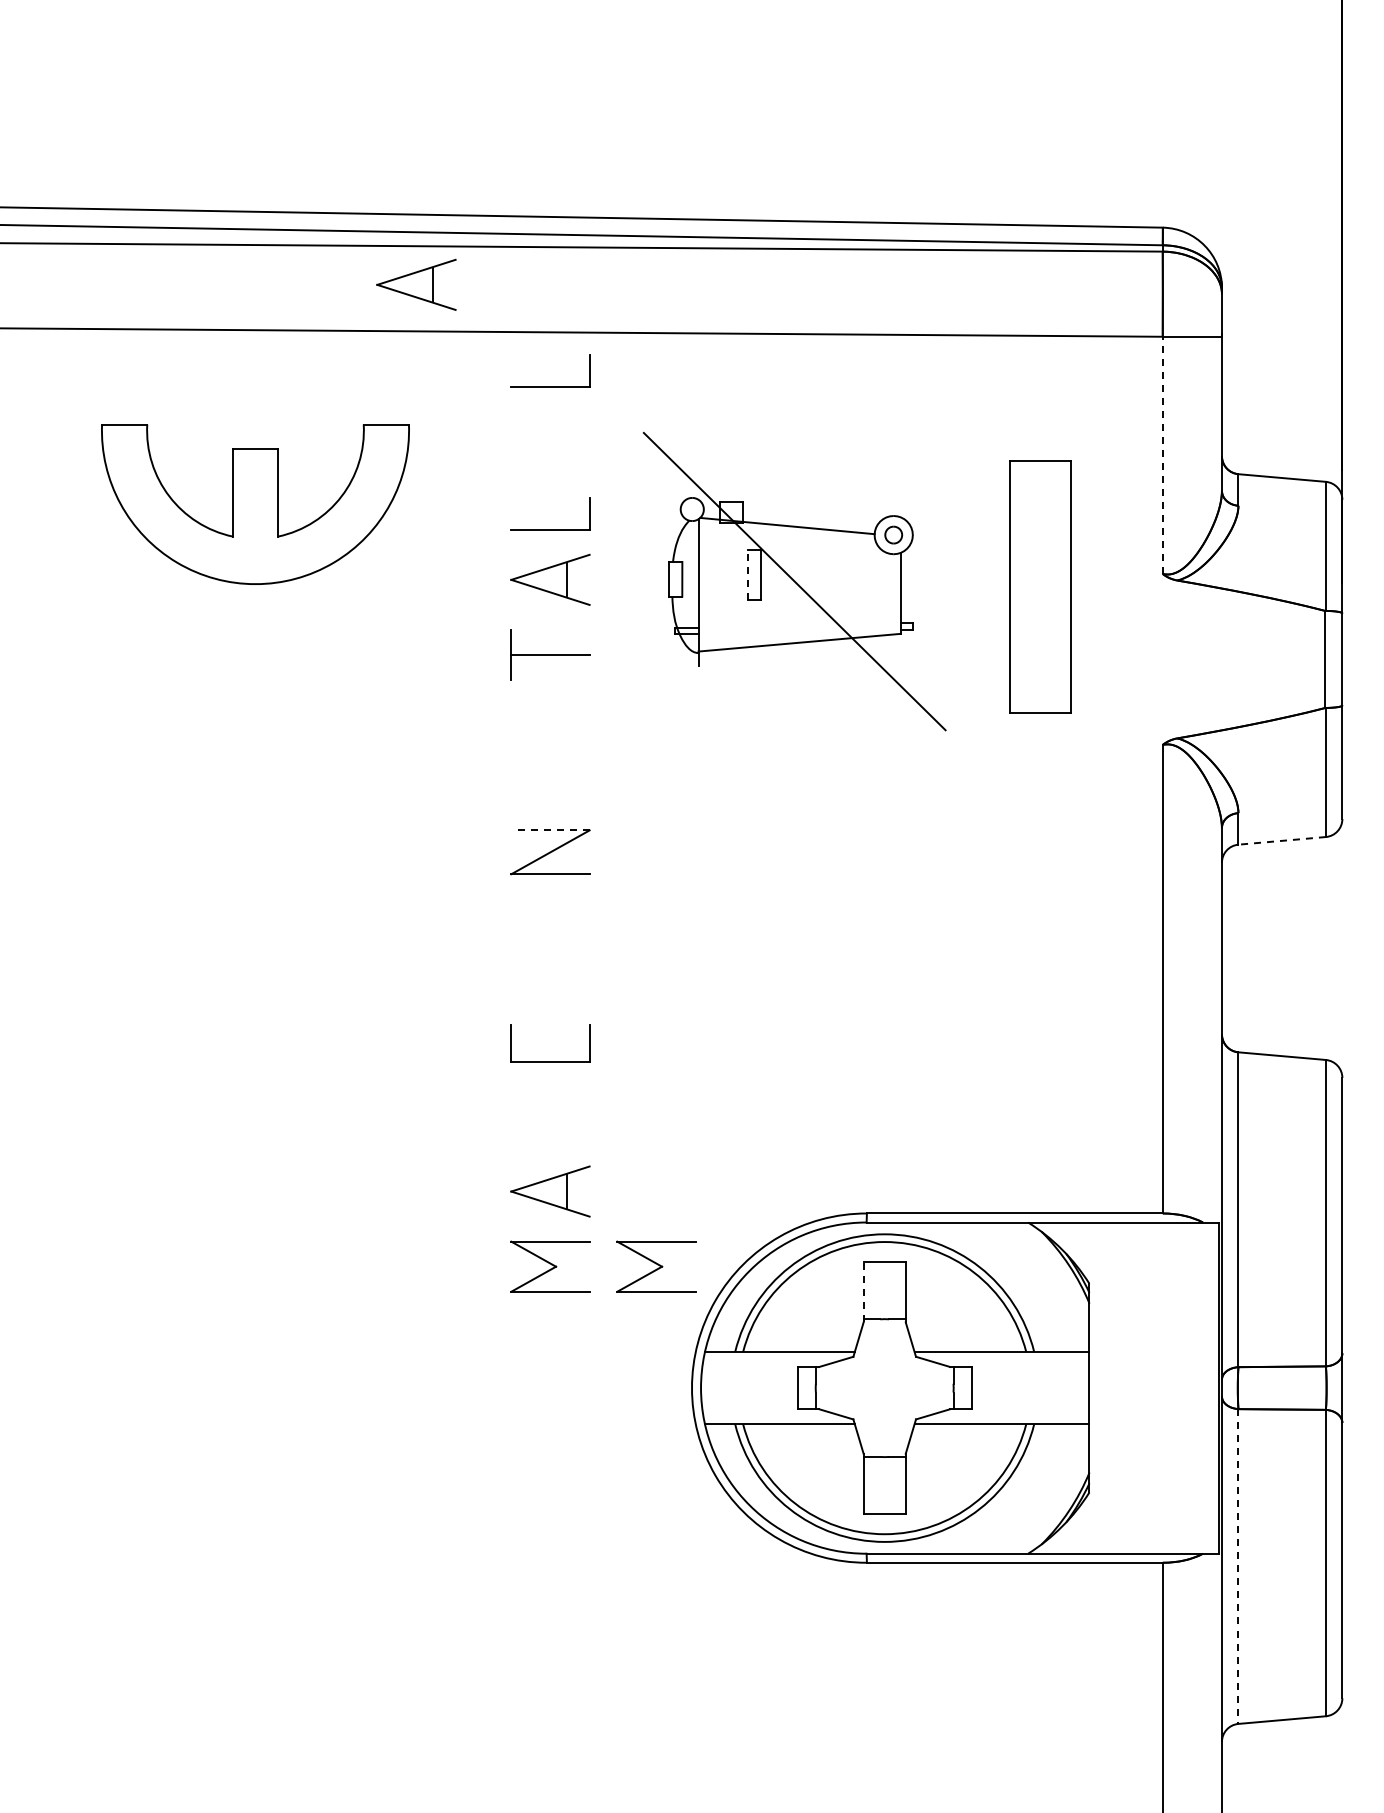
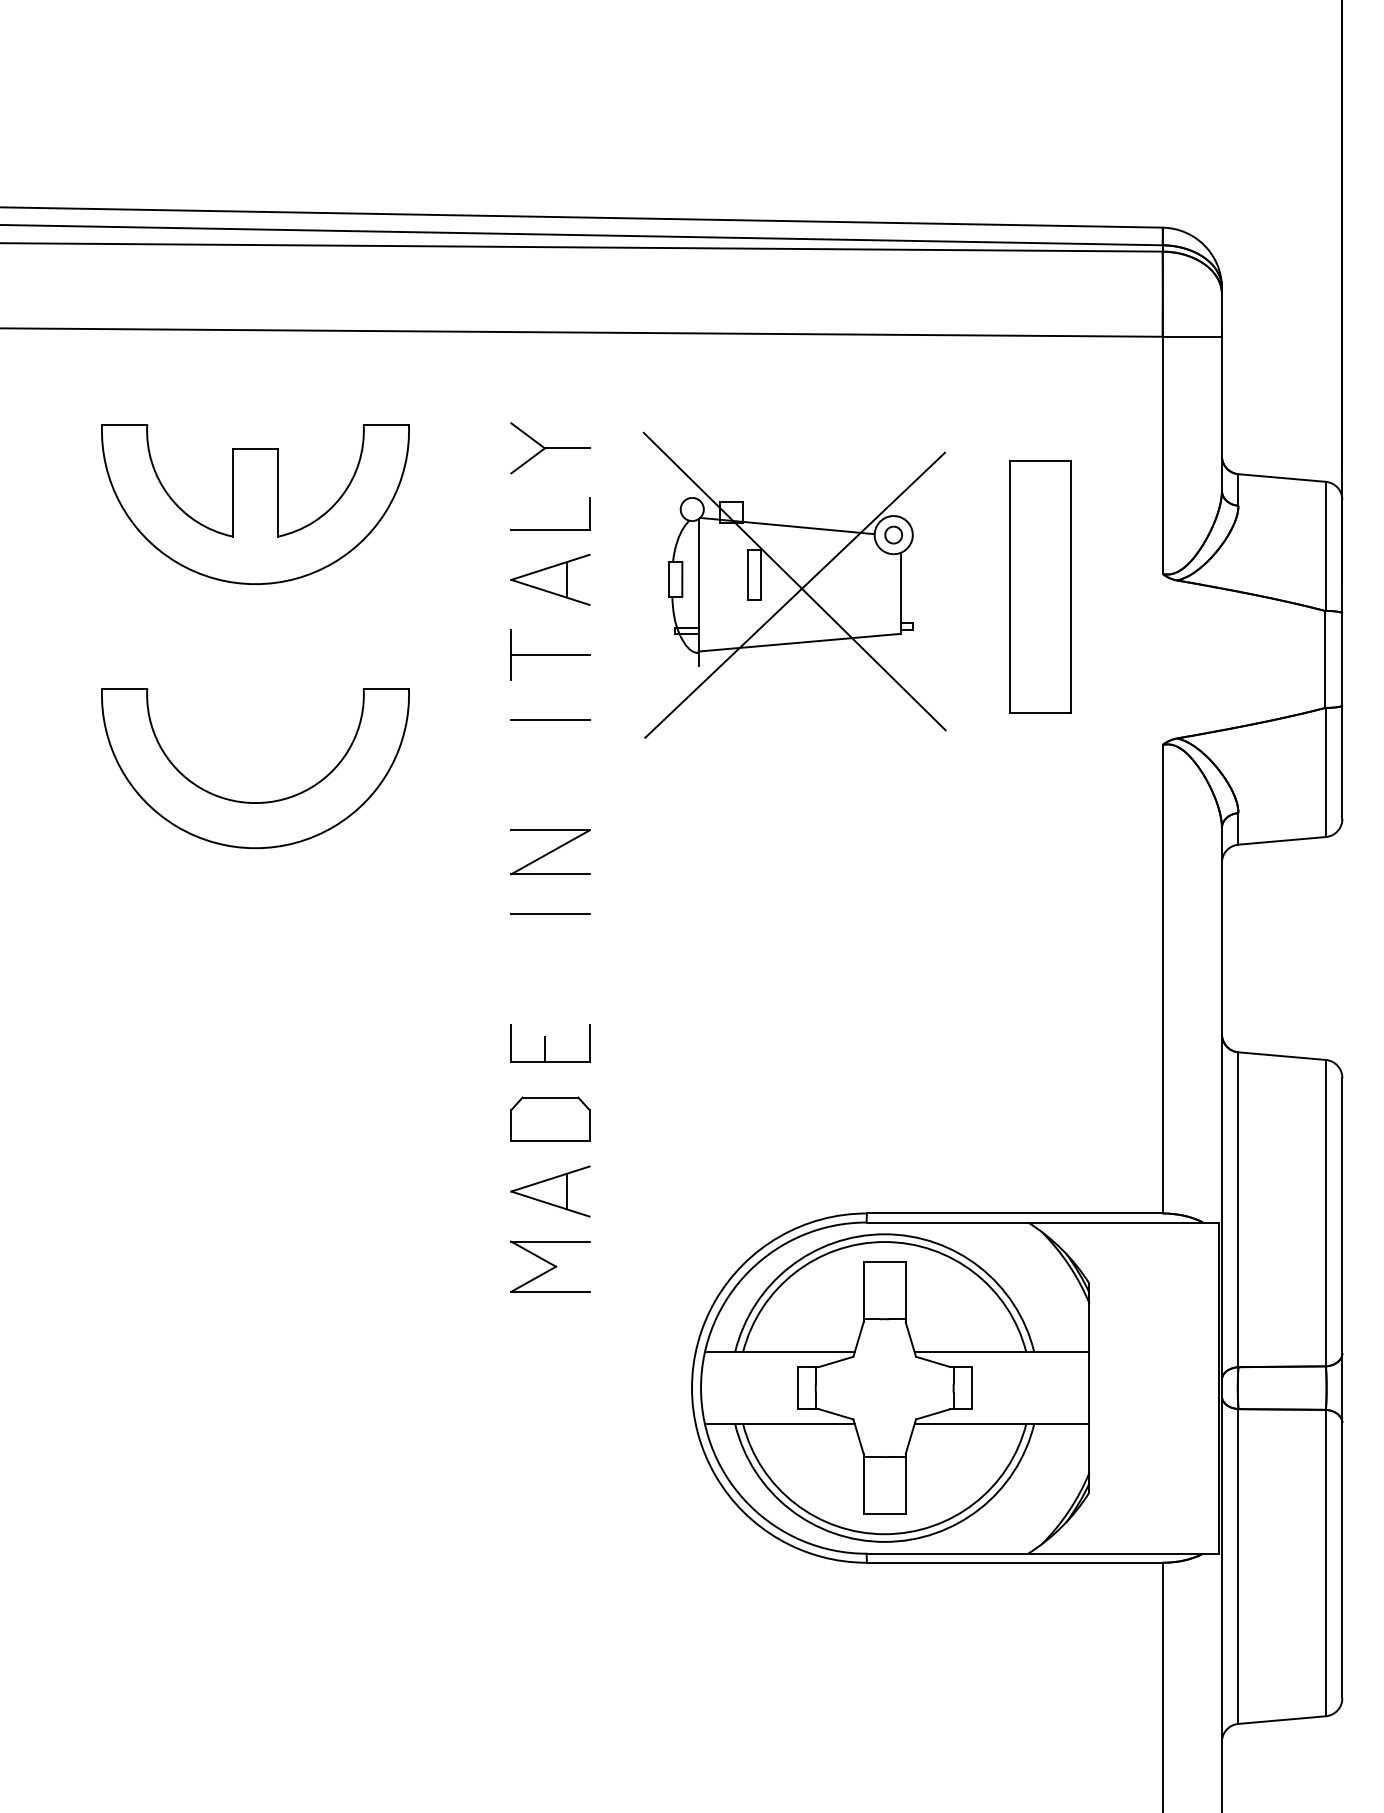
part at (416, 284): present -> none
part at (550, 386): present -> none
part at (550, 448): none -> present
line at (1162, 455): dashed -> solid
line at (748, 575): dashed -> solid
line at (794, 594): none -> present
line at (550, 719): none -> present
part at (248, 801): none -> present
line at (549, 830): dashed -> solid
line at (1282, 840): dashed -> solid
line at (550, 913): none -> present
line at (544, 1049): none -> present
part at (550, 1118): none -> present
part at (656, 1266): present -> none
line at (863, 1291): dashed -> solid
line at (1238, 1567): dashed -> solid
